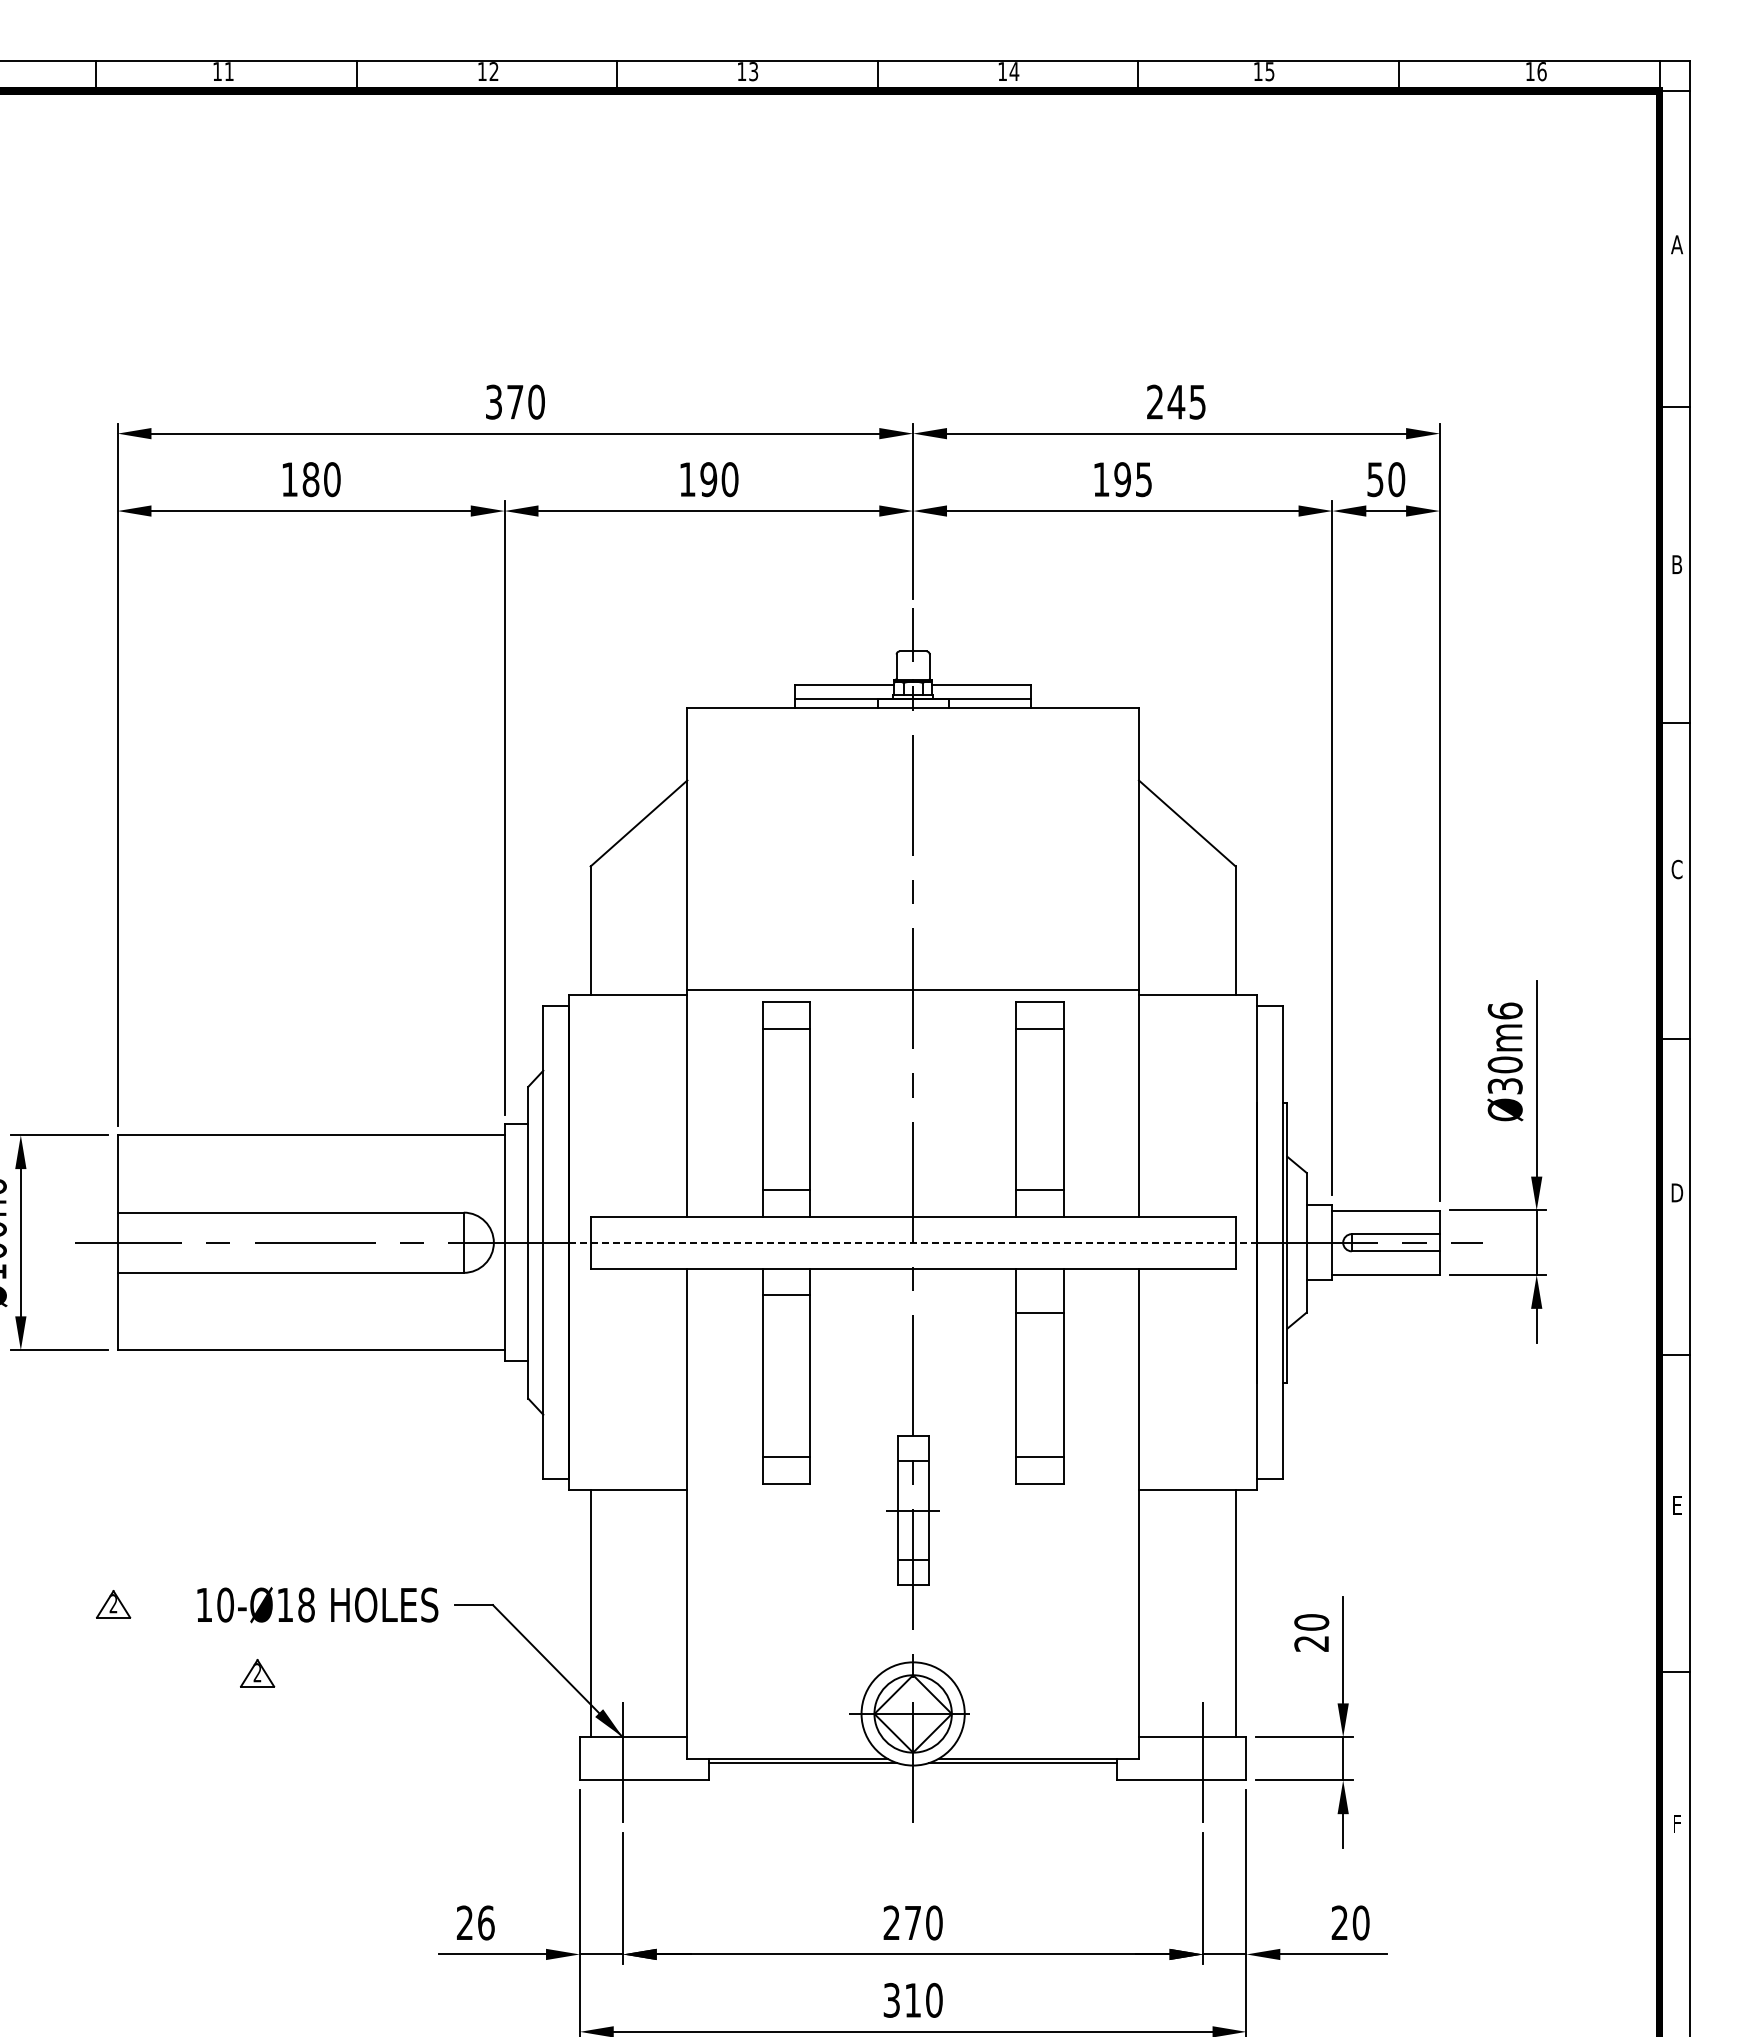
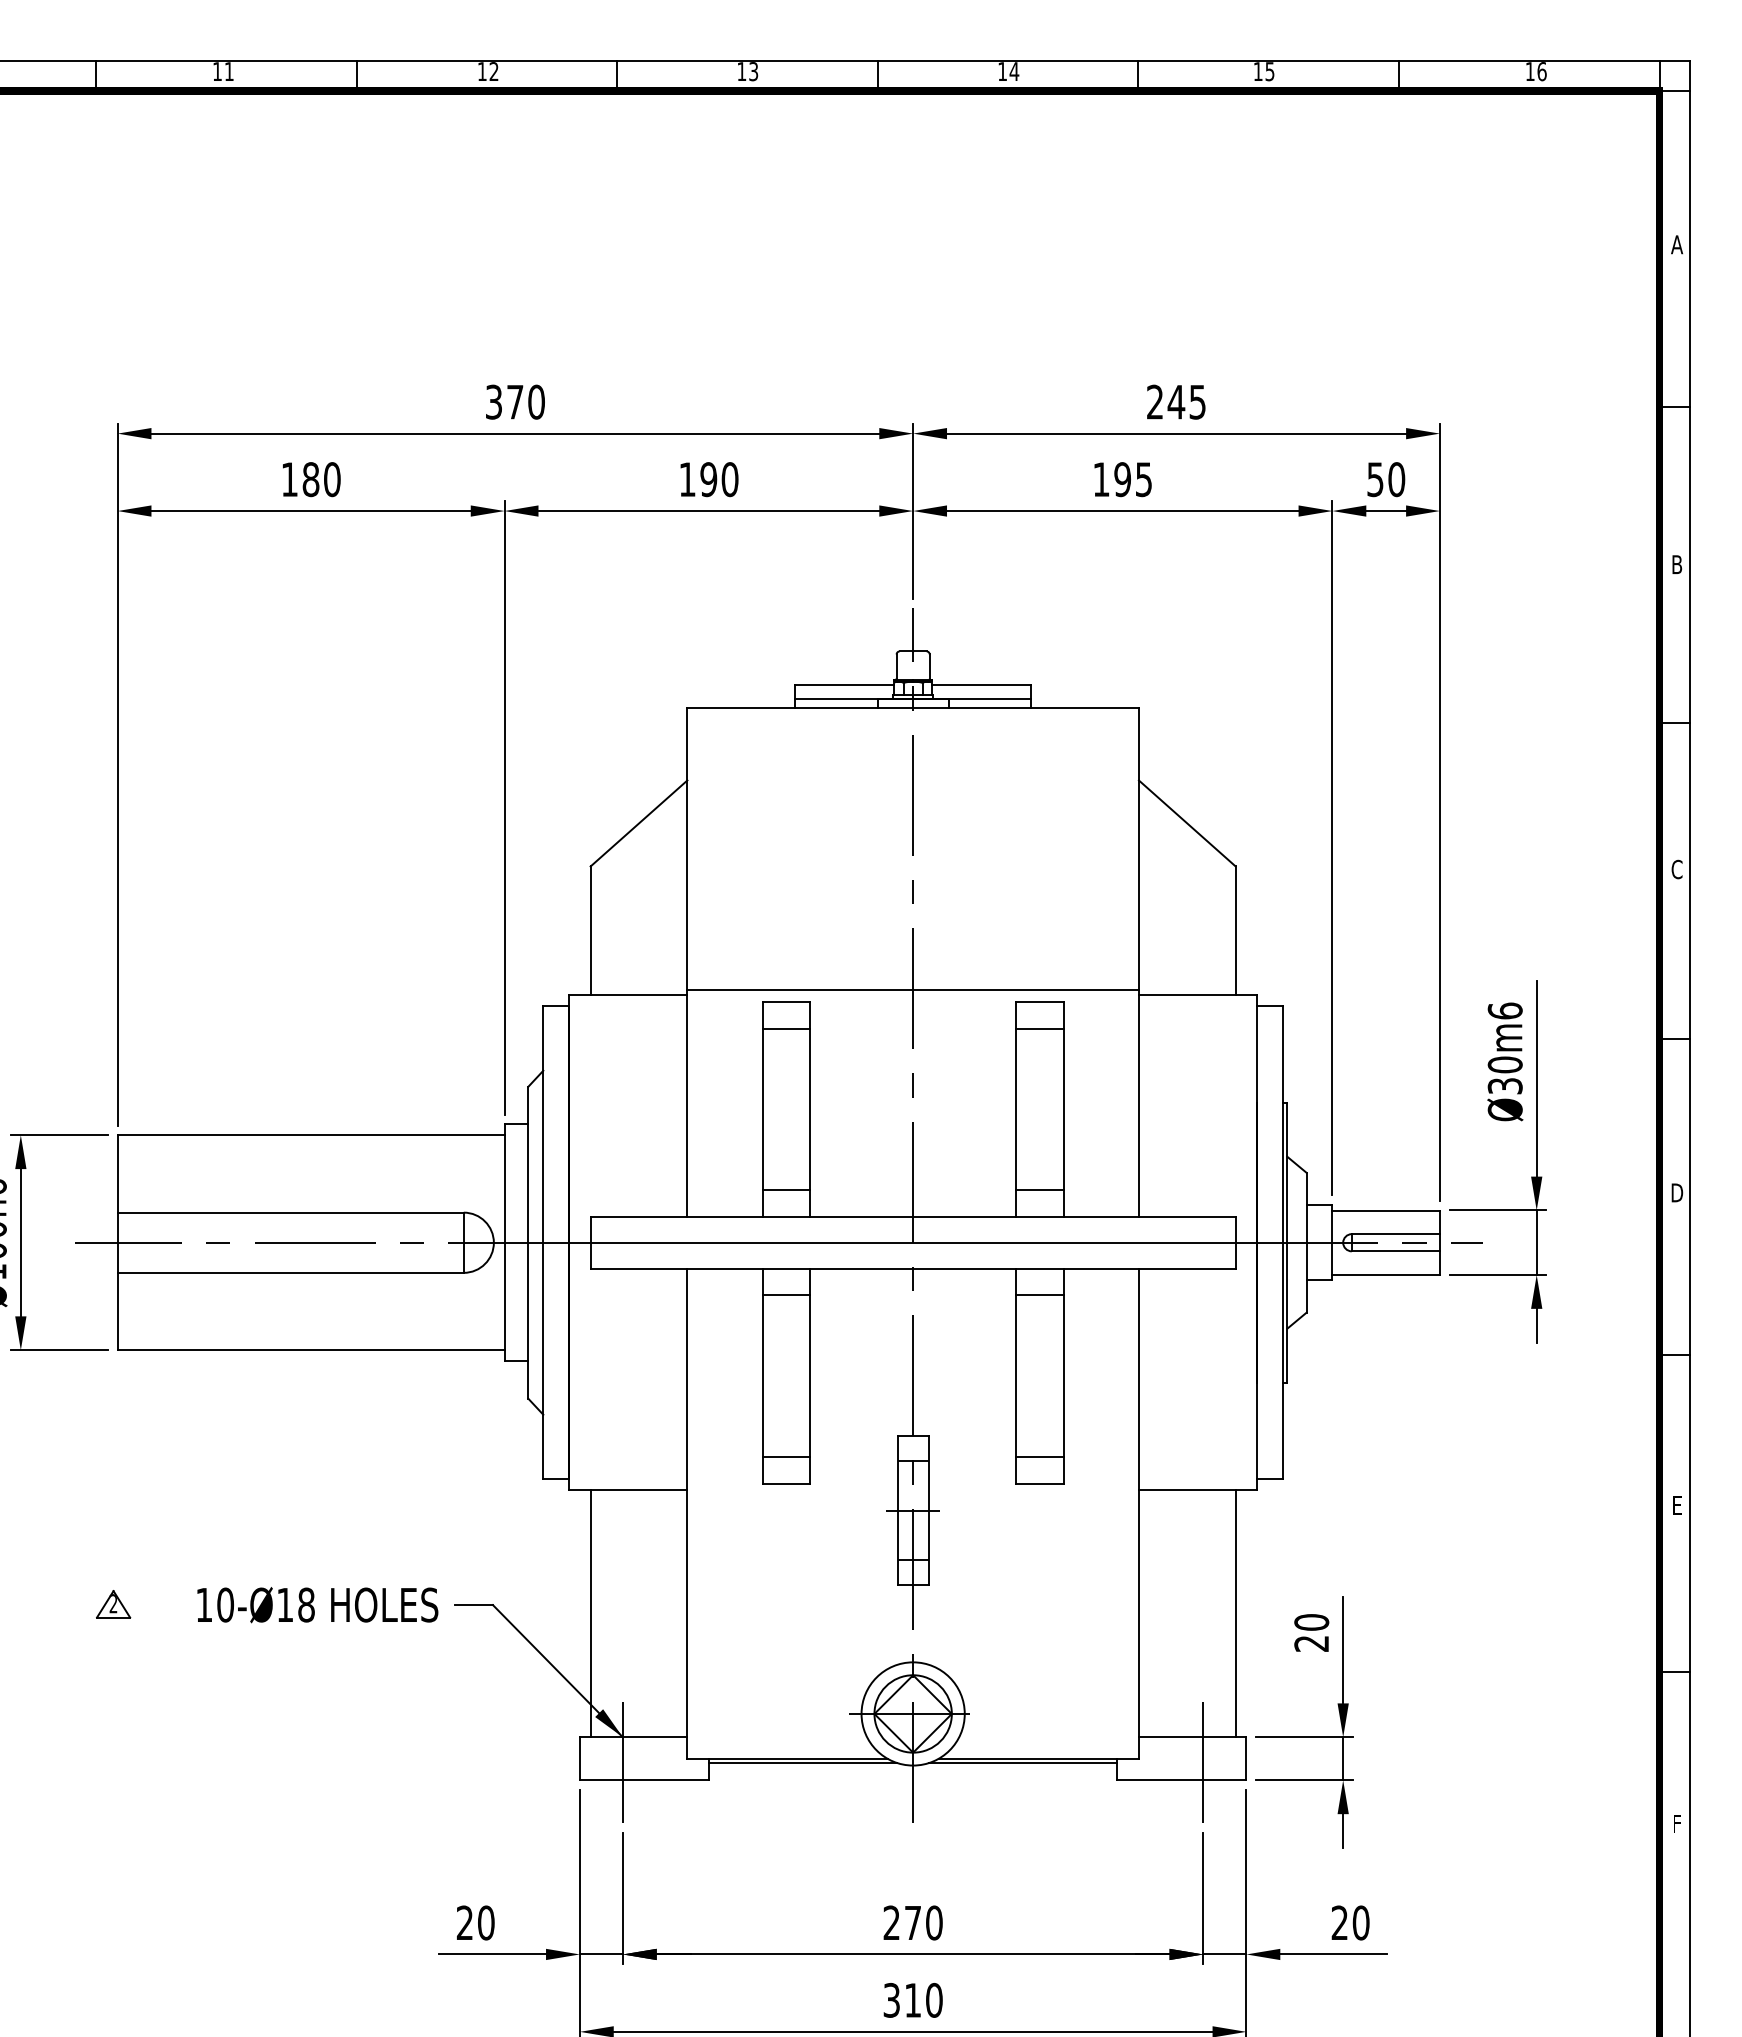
line at (913, 1242): dashed -> solid
line at (1039, 1313) position: (1039, 1313) -> (1039, 1295)
part at (257, 1673): present -> none
text at (486, 1922): 26 -> 20
